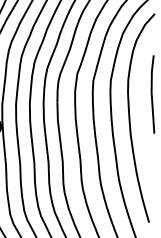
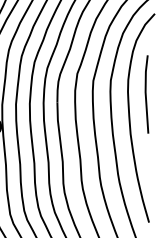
line at (152, 94) position: (152, 94) -> (146, 94)
